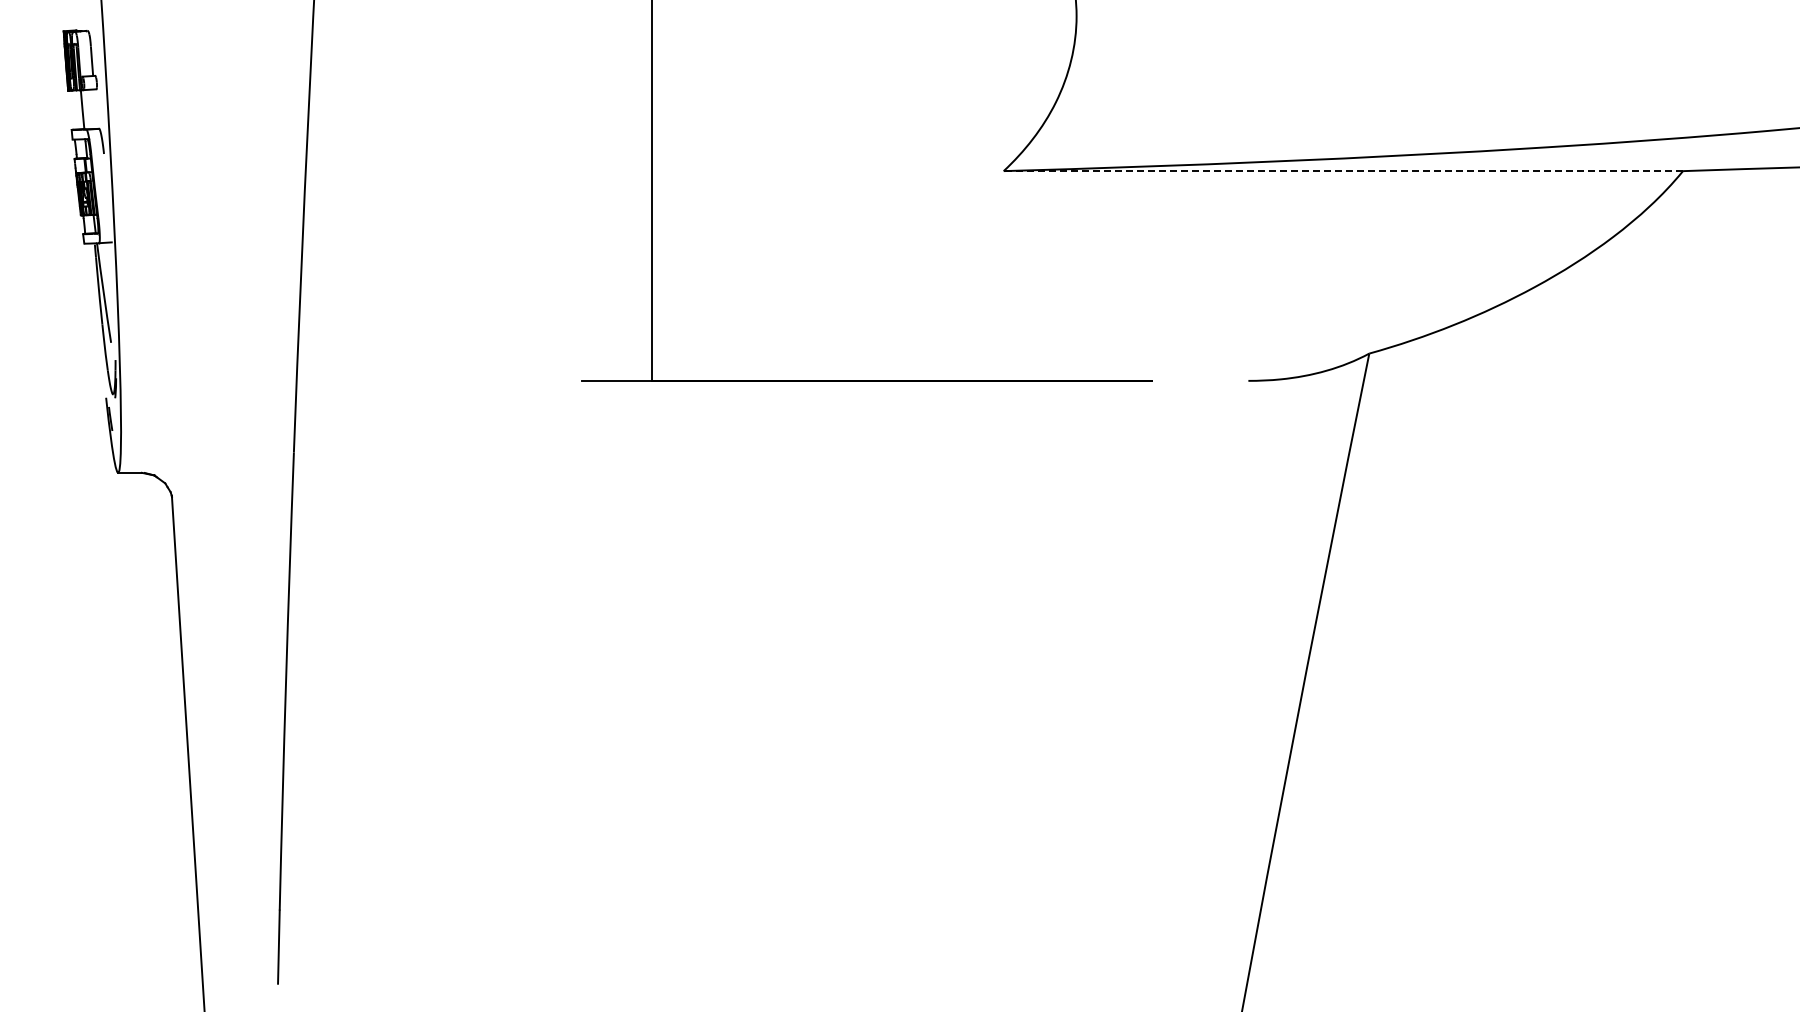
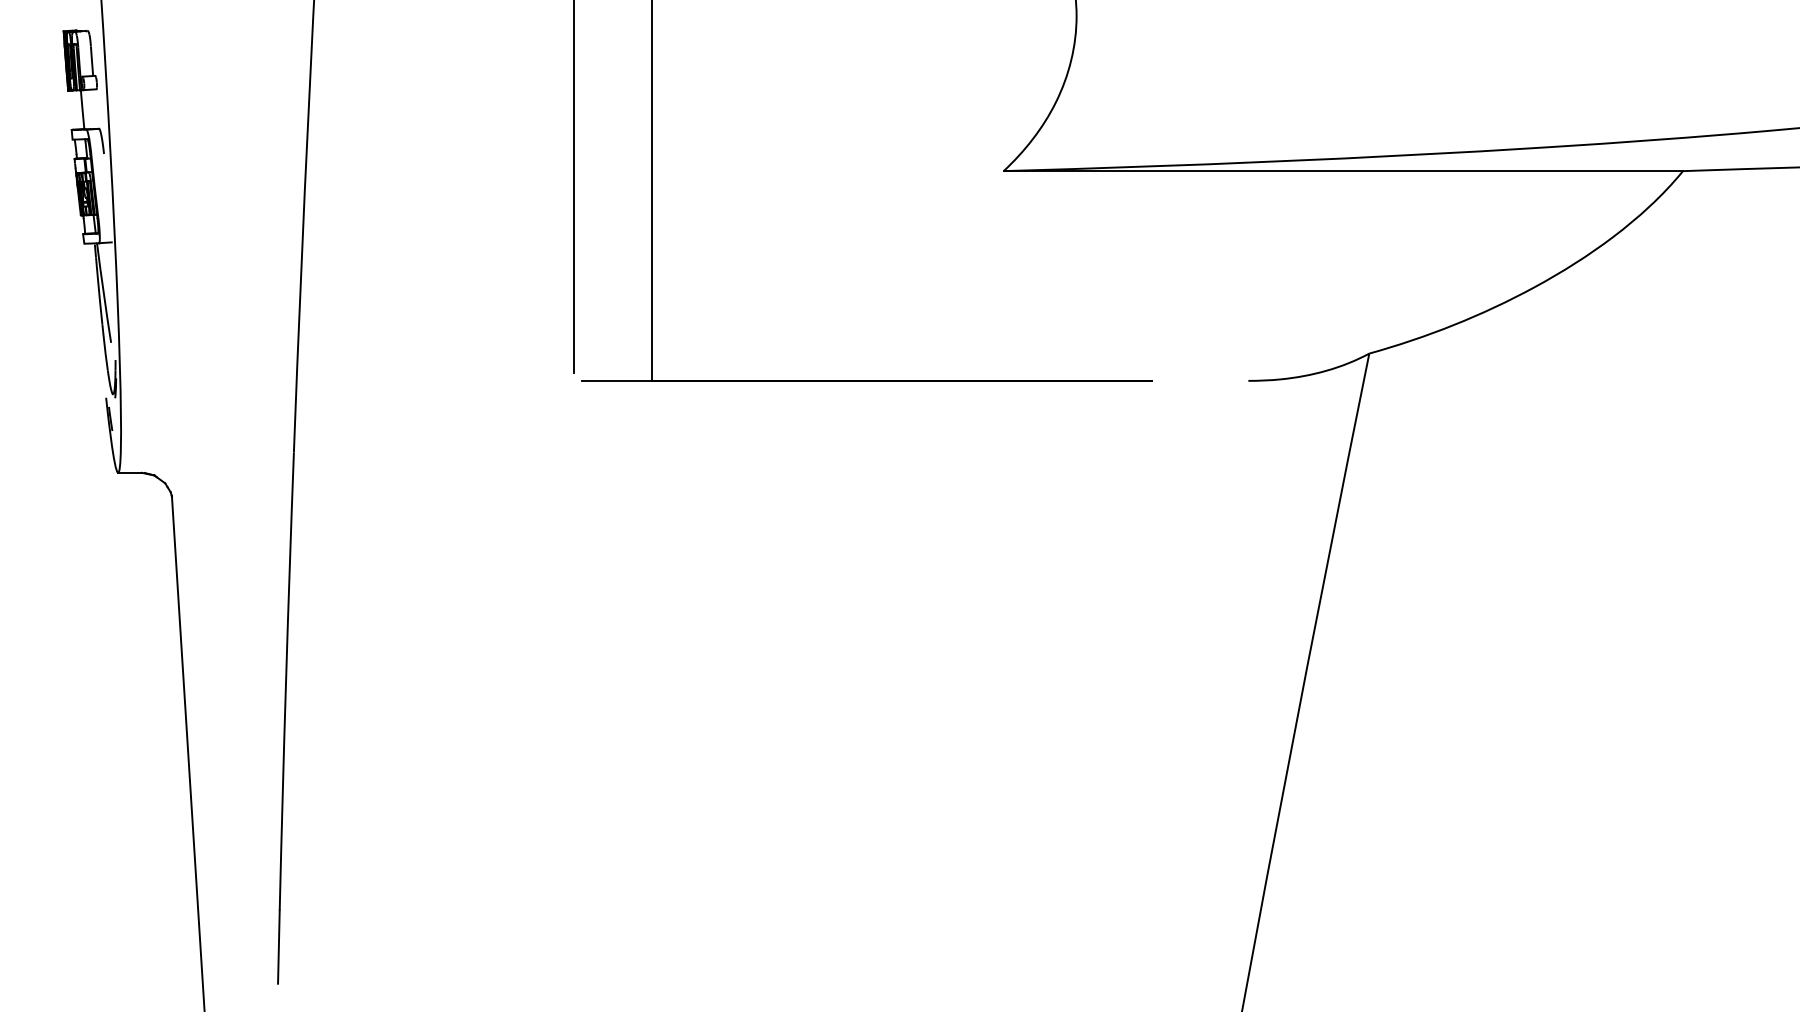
line at (1343, 171): dashed -> solid
line at (574, 187): none -> present
